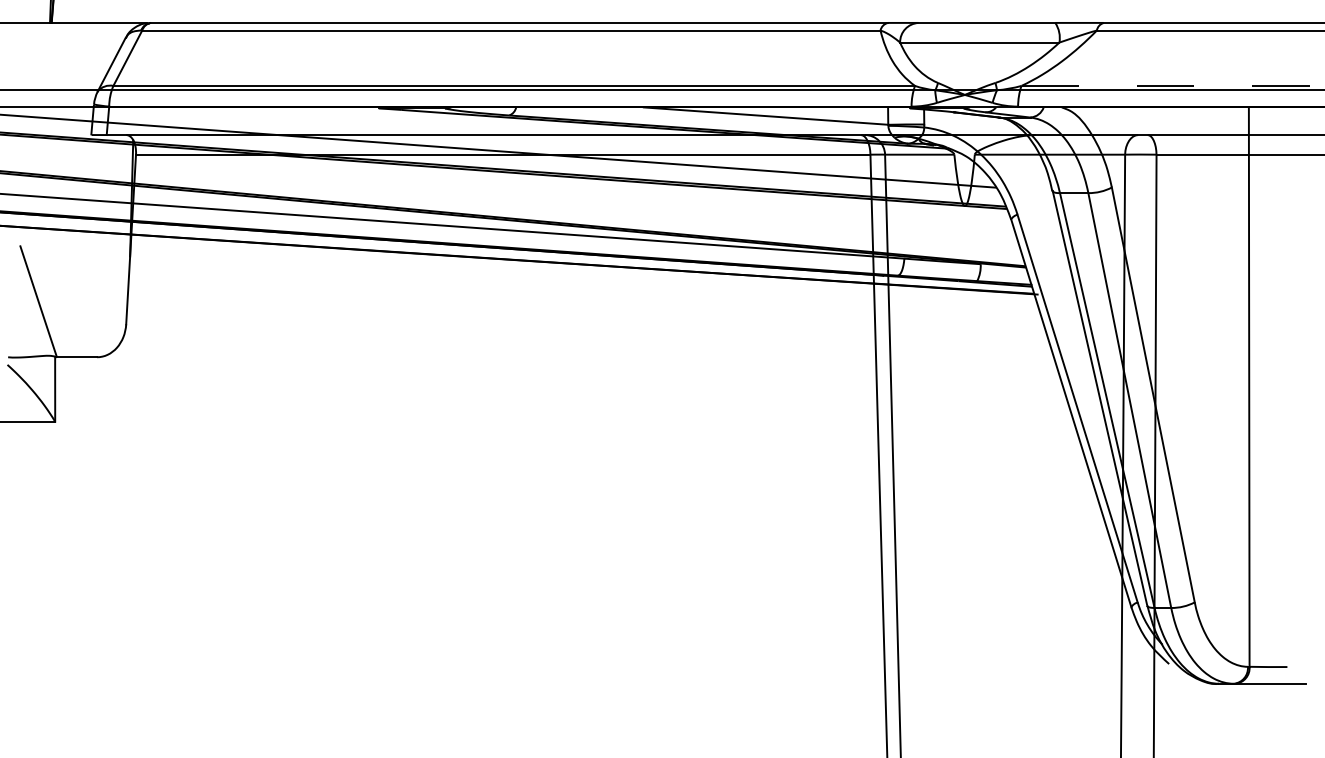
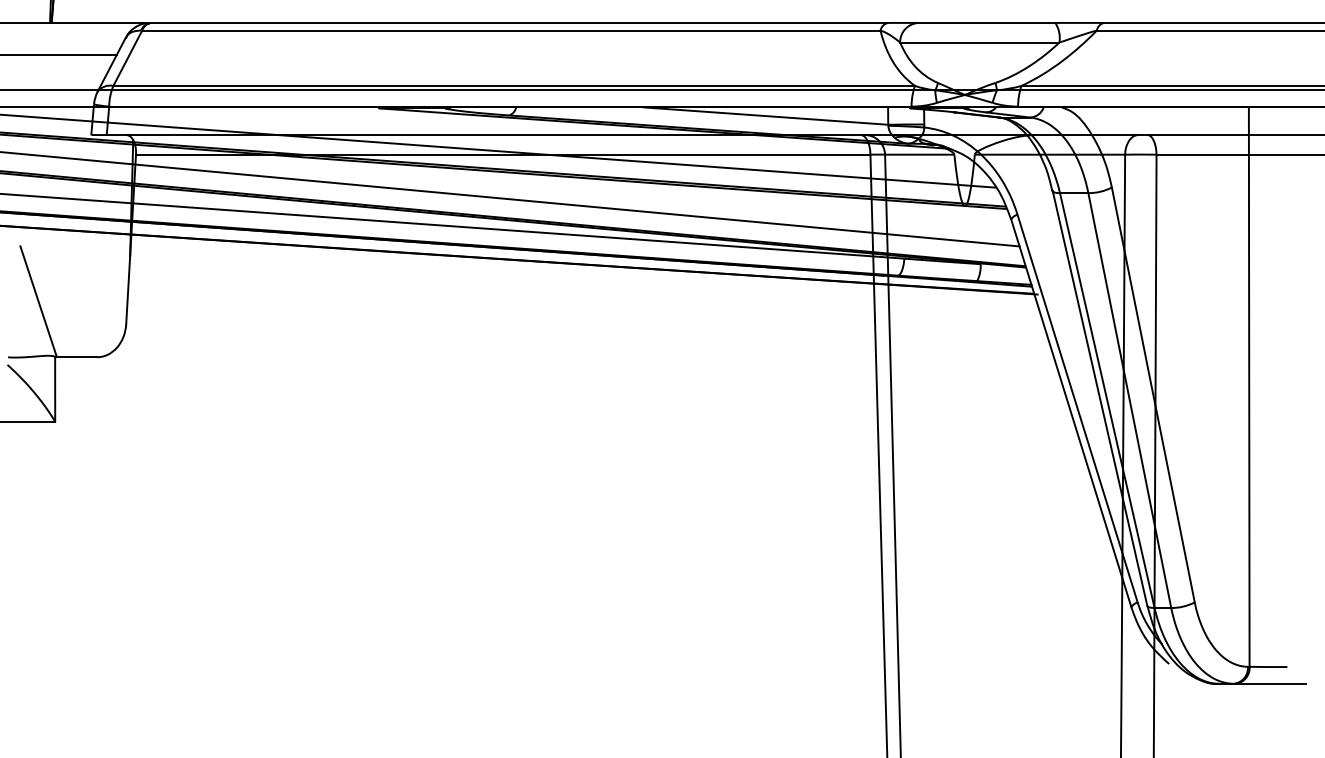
line at (59, 54): none -> present
line at (1173, 85): dashed -> solid
line at (510, 199): none -> present
